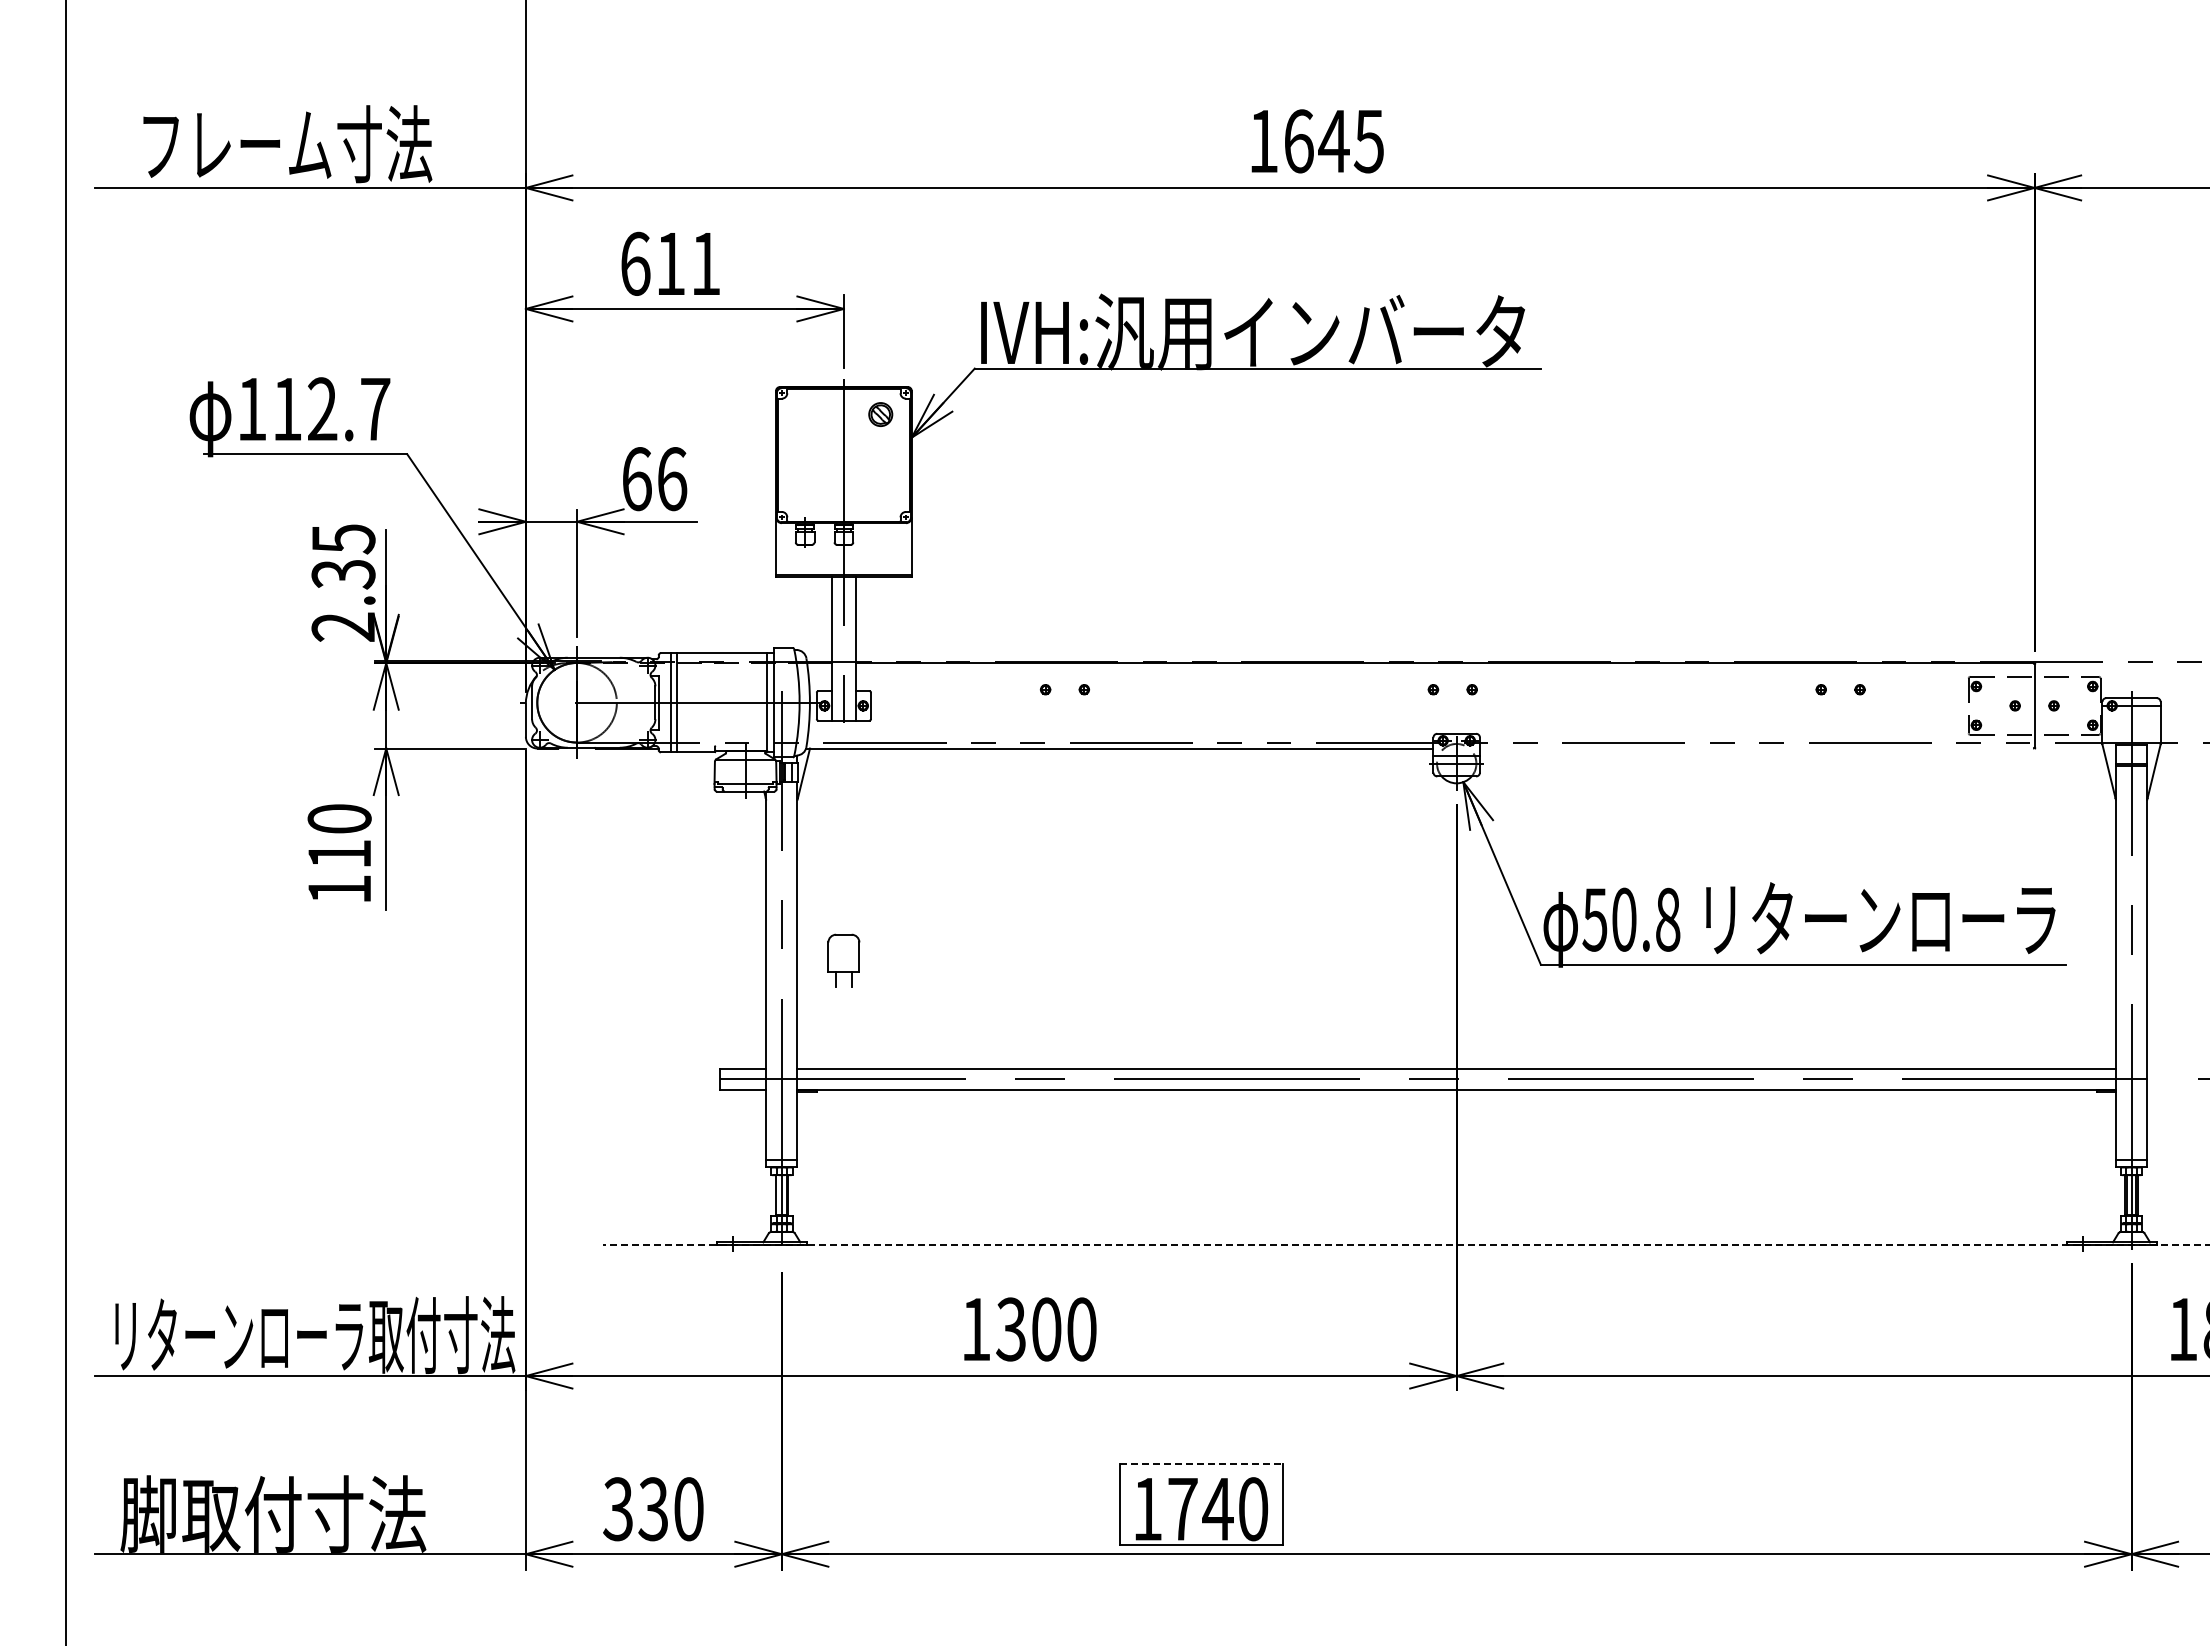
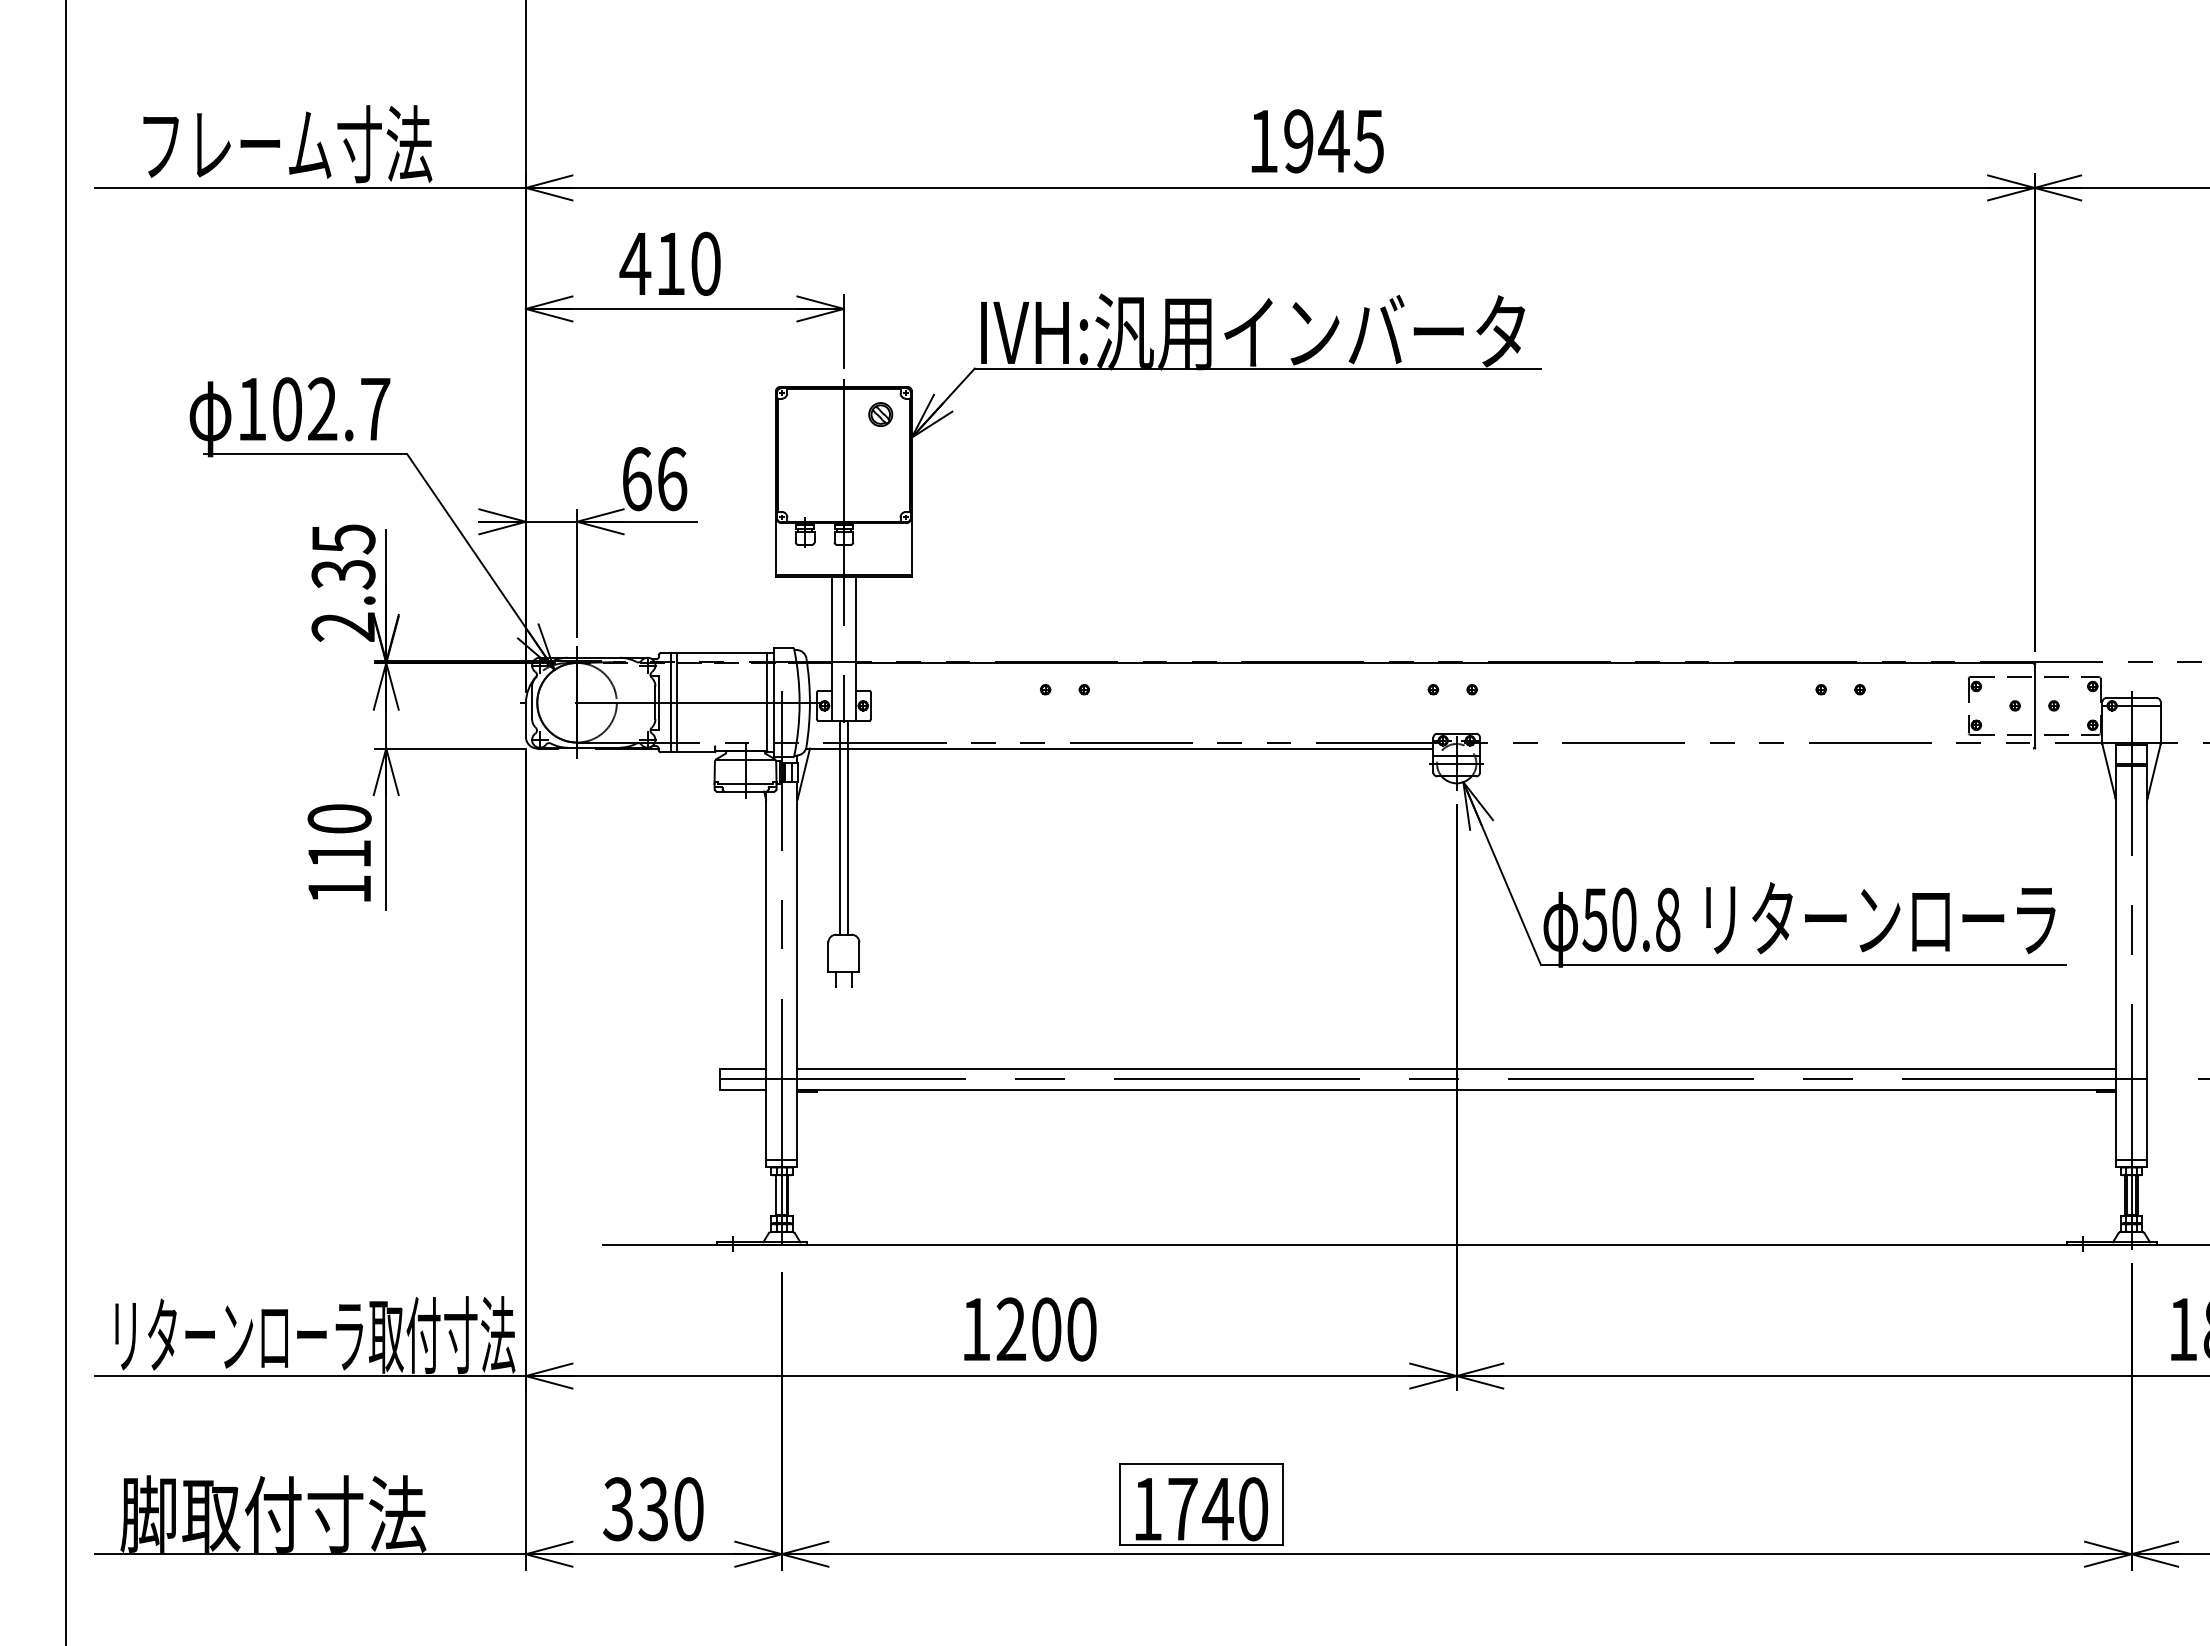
text at (1298, 141): 1645 -> 1945
text at (669, 263): 611 -> 410
text at (287, 409): 112.7 -> 102.7
line at (840, 827): none -> present
line at (847, 827): none -> present
line at (1406, 1245): dashed -> solid
text at (1010, 1329): 1300 -> 1200
line at (1201, 1464): dashed -> solid
